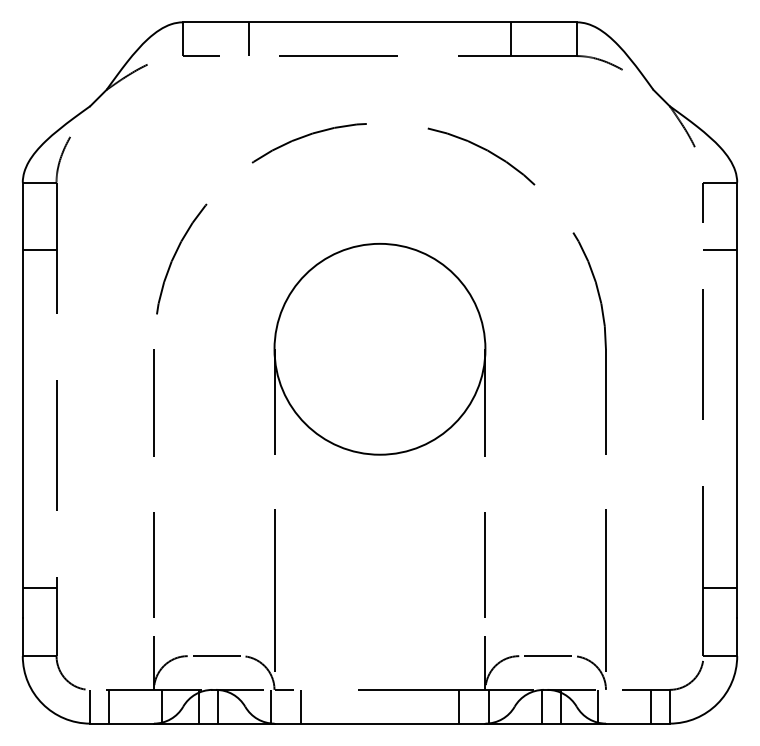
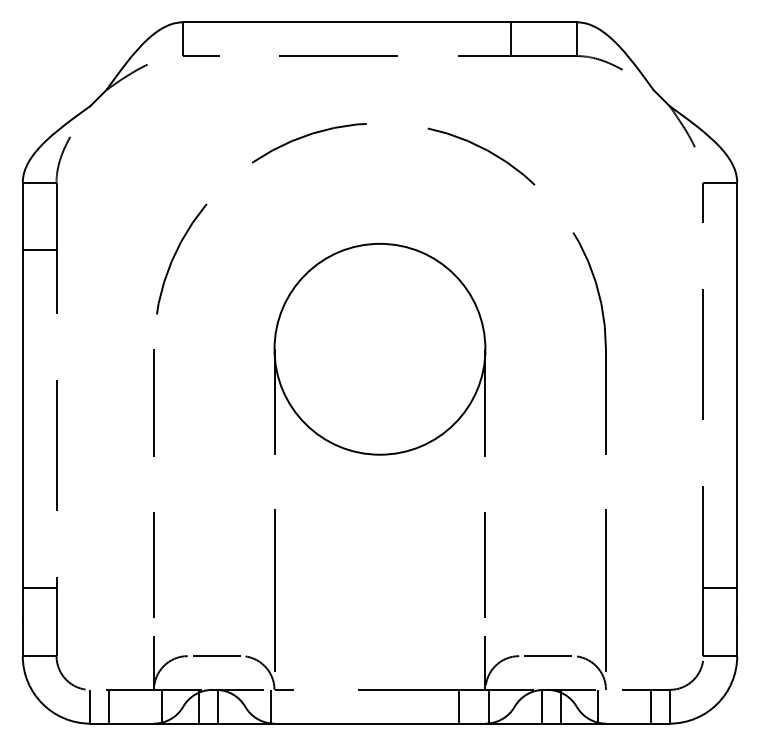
line at (248, 39): present -> none
line at (720, 250): present -> none
line at (300, 706): present -> none
